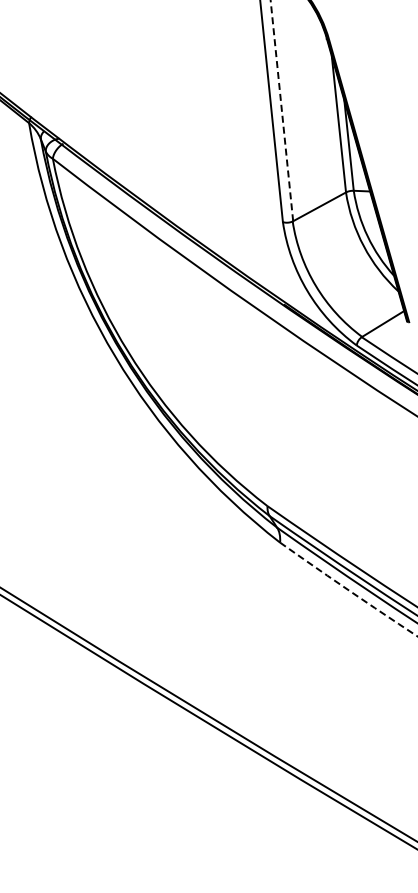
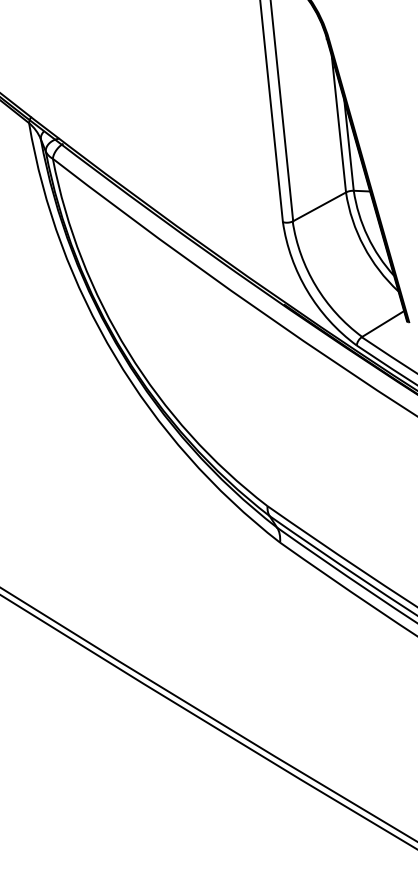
line at (281, 110): dashed -> solid
arc at (348, 590): dashed -> solid
